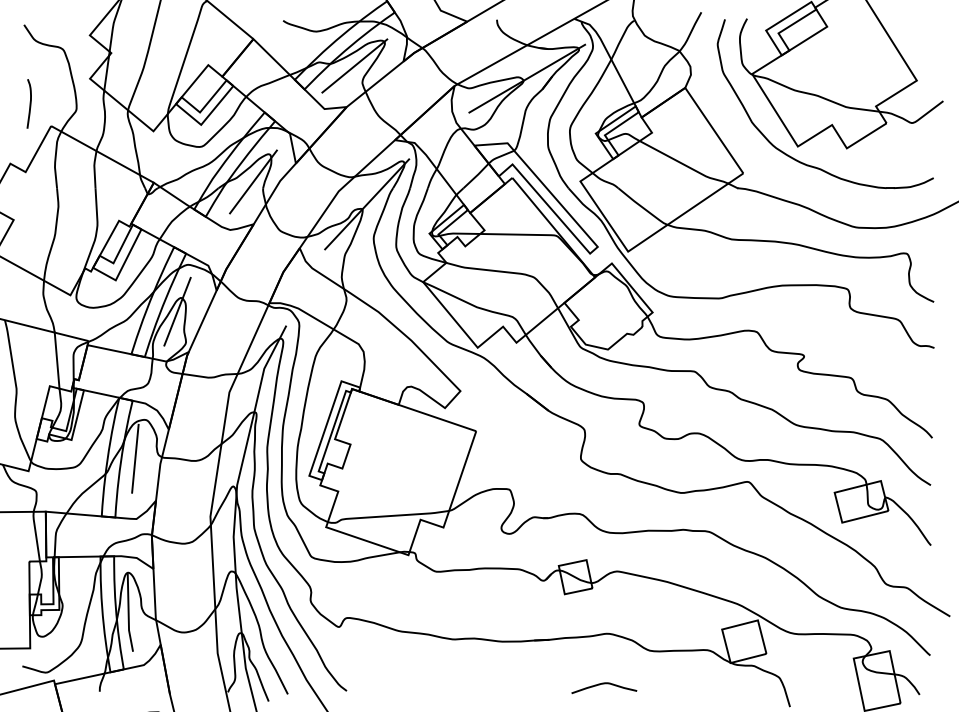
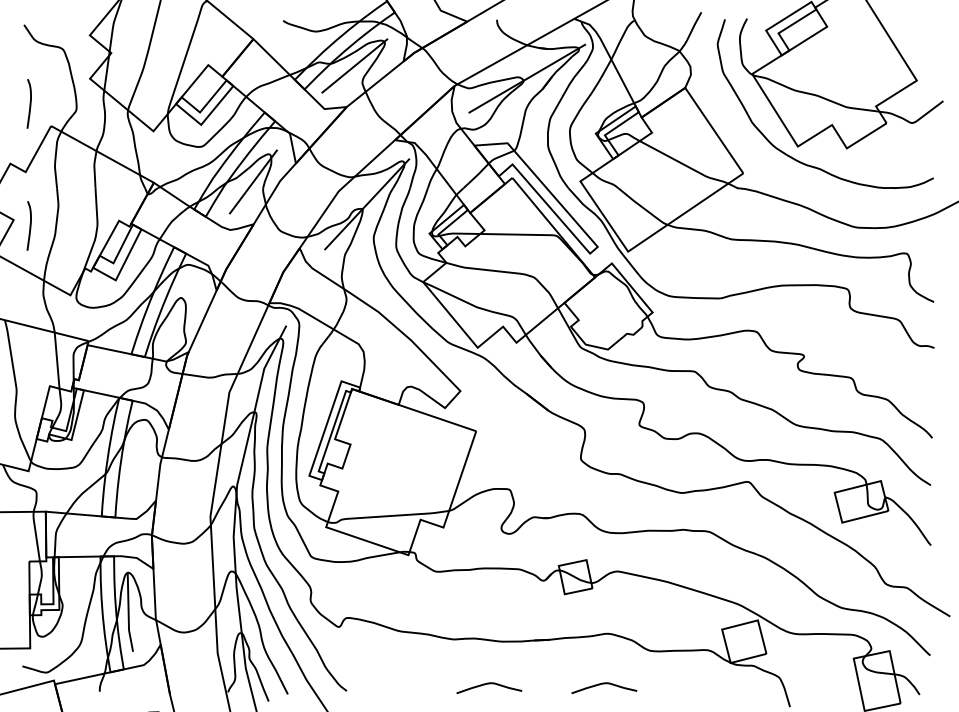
curve at (29, 225): none -> present
line at (177, 311): present -> none
line at (135, 458): present -> none
curve at (489, 684): none -> present
